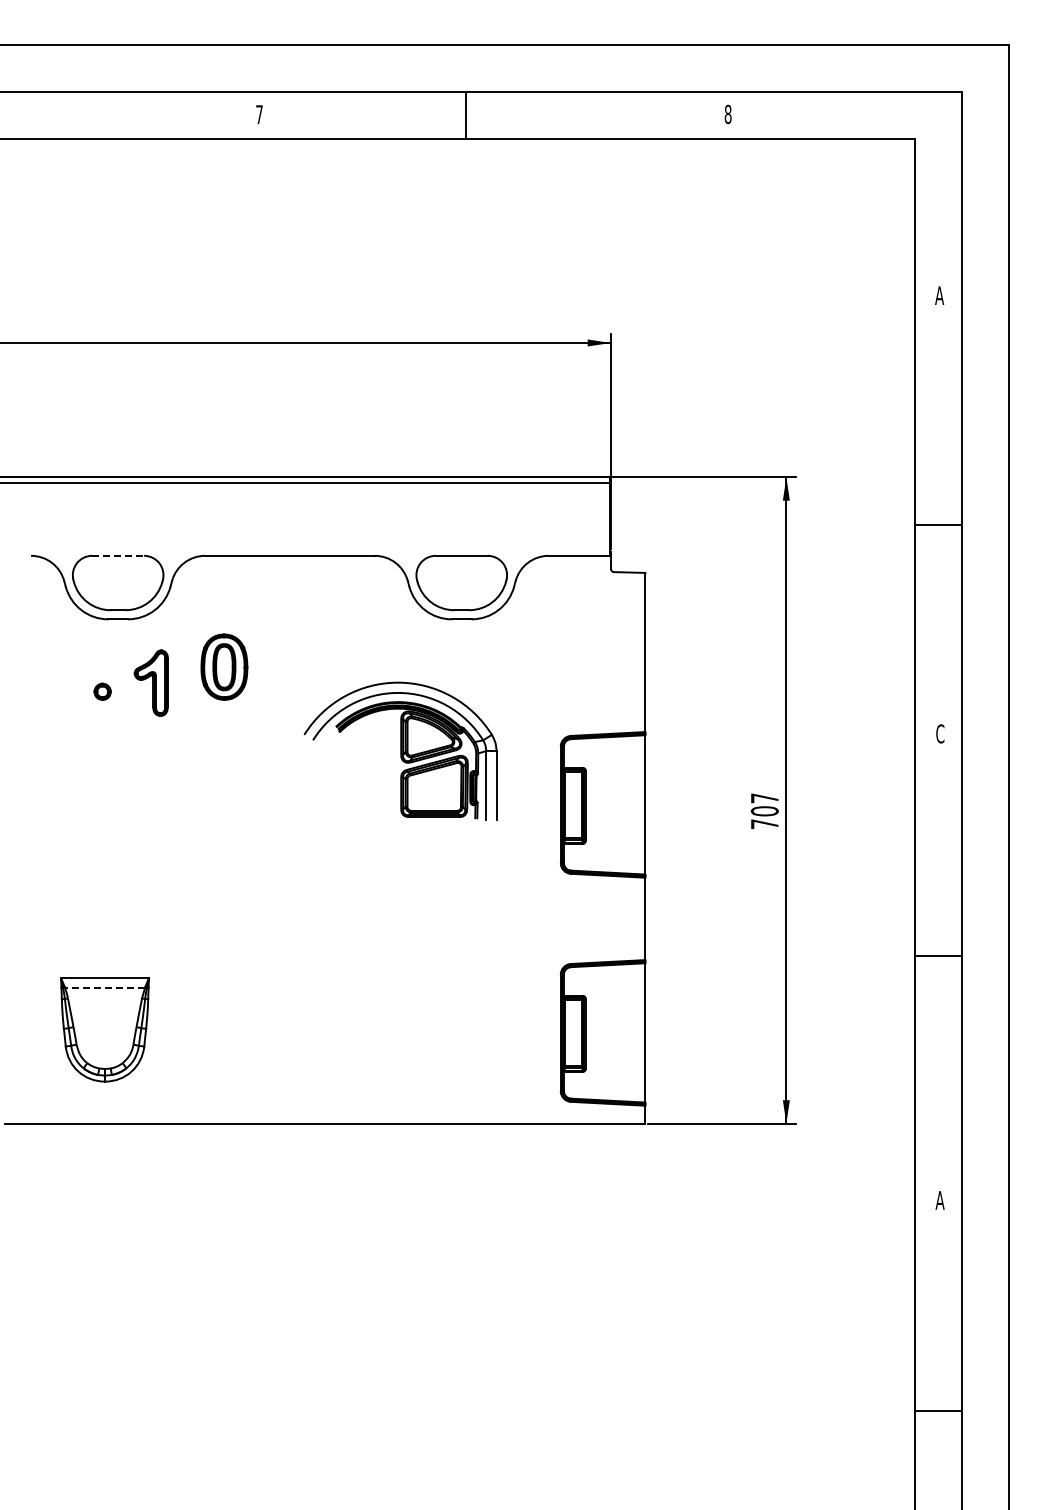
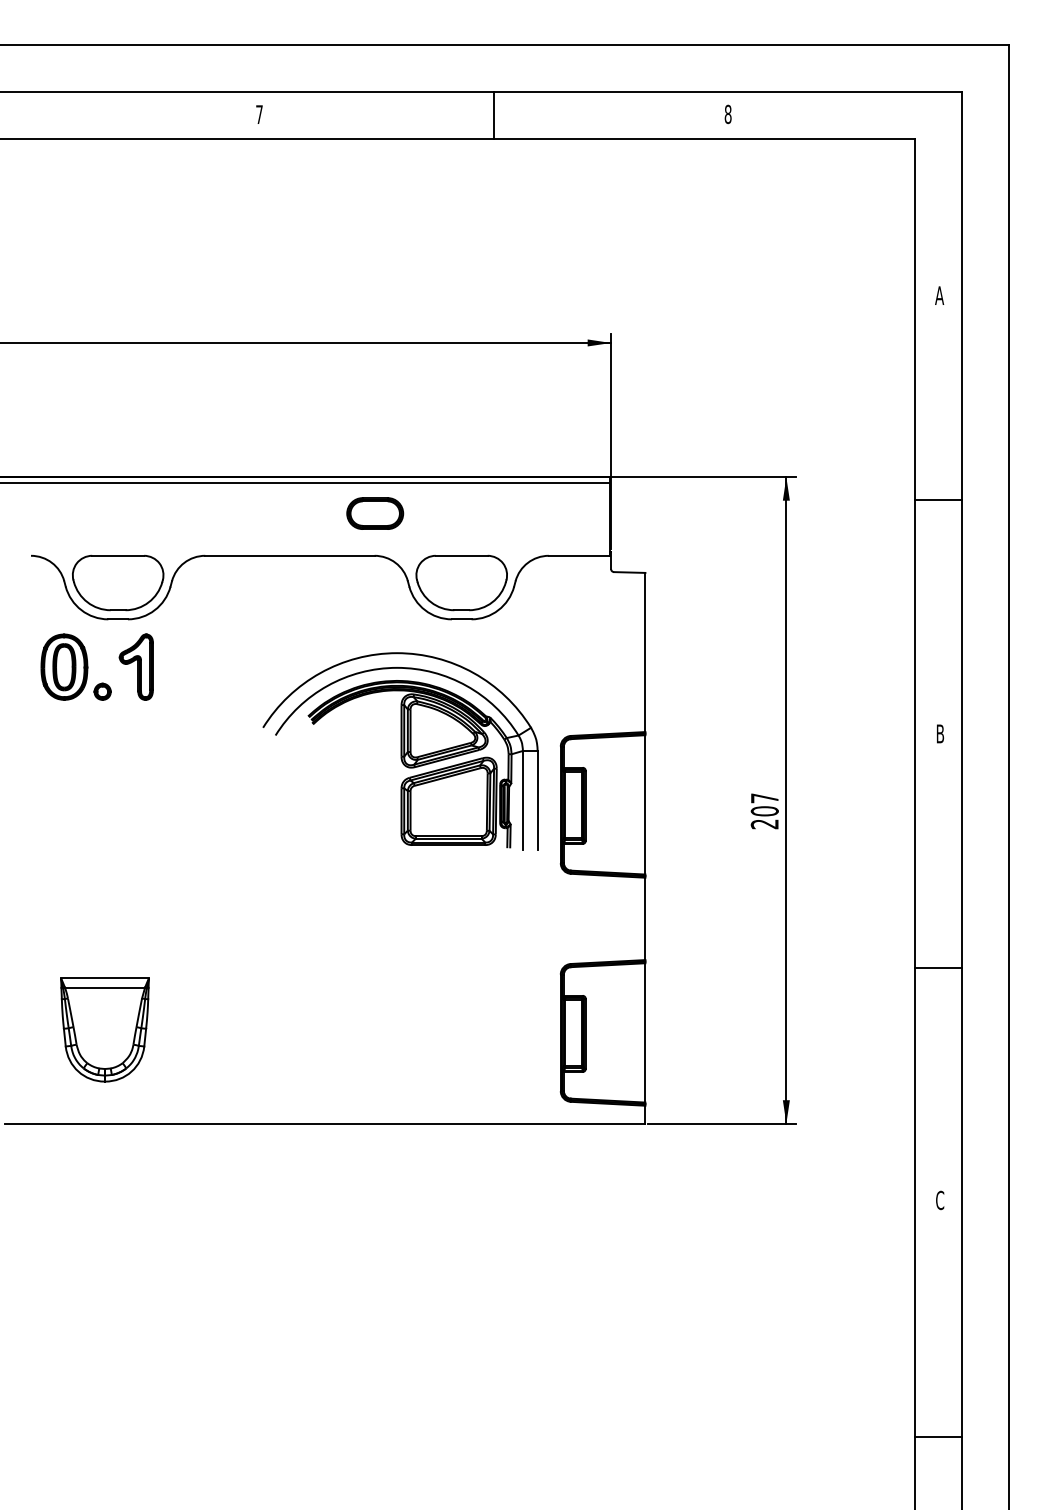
line at (465, 115) position: (465, 115) -> (493, 115)
part at (375, 513): none -> present
line at (938, 524) position: (938, 524) -> (938, 499)
line at (118, 555): dashed -> solid
part at (224, 666) position: (224, 666) -> (64, 666)
part at (150, 682) position: (150, 682) -> (135, 666)
text at (940, 733): C -> B
part at (400, 750) size: 195x140 px -> 277x199 px
text at (764, 824): 707 -> 207
line at (938, 956) position: (938, 956) -> (938, 968)
line at (105, 987): dashed -> solid
text at (939, 1200): A -> C
line at (938, 1410) position: (938, 1410) -> (938, 1436)
